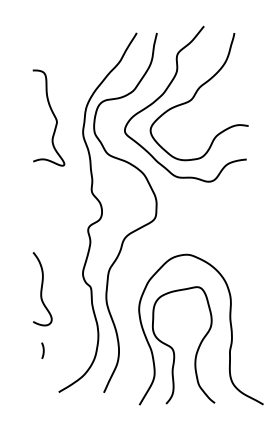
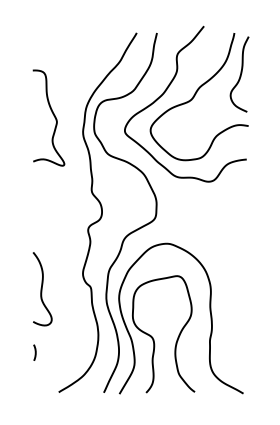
curve at (240, 74): none -> present
part at (206, 332) position: (206, 332) -> (186, 321)
line at (42, 350) position: (42, 350) -> (34, 352)
